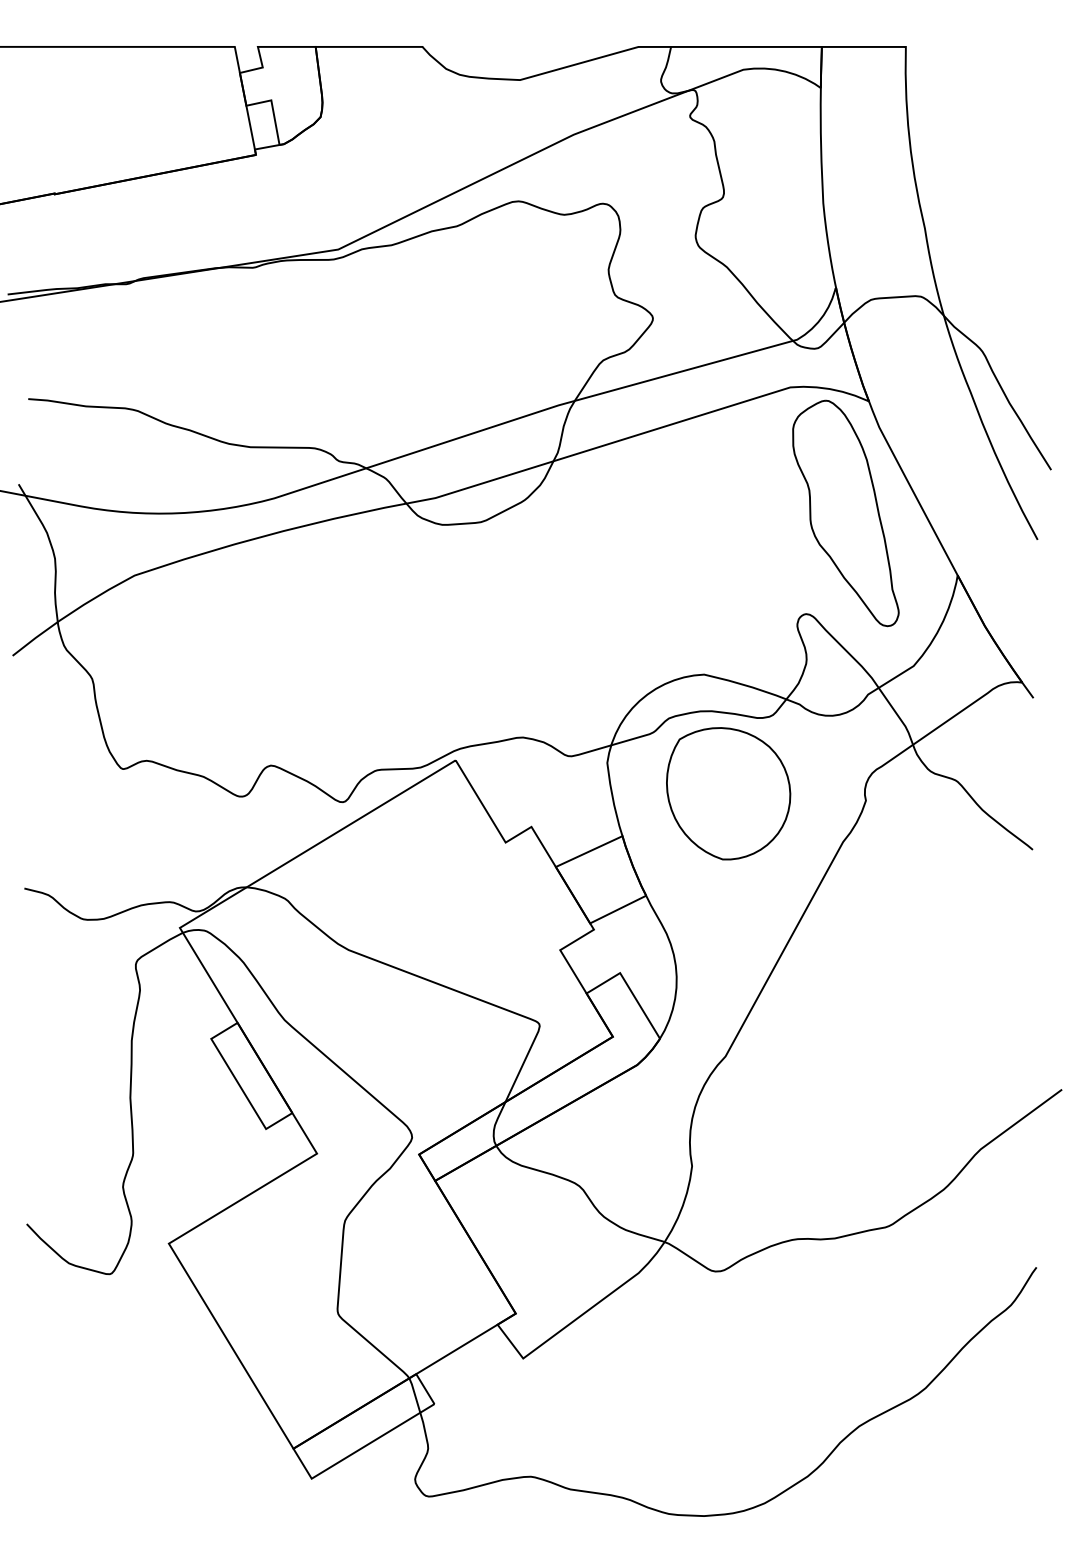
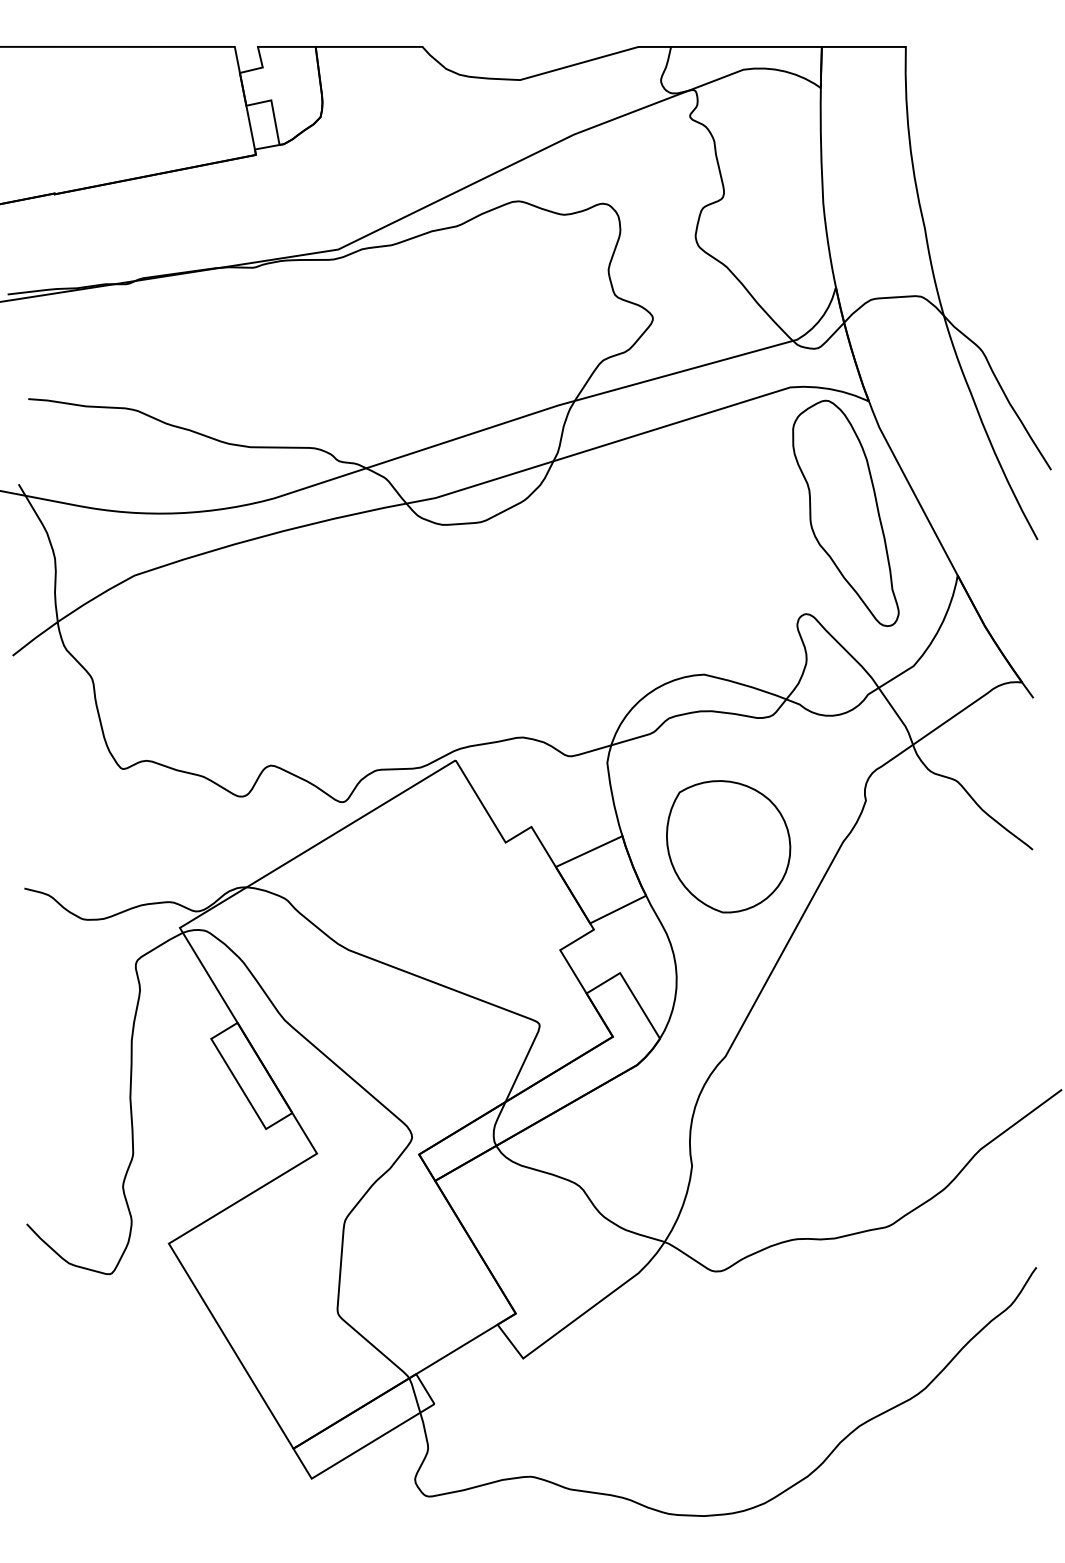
part at (728, 793) position: (728, 793) -> (728, 846)
